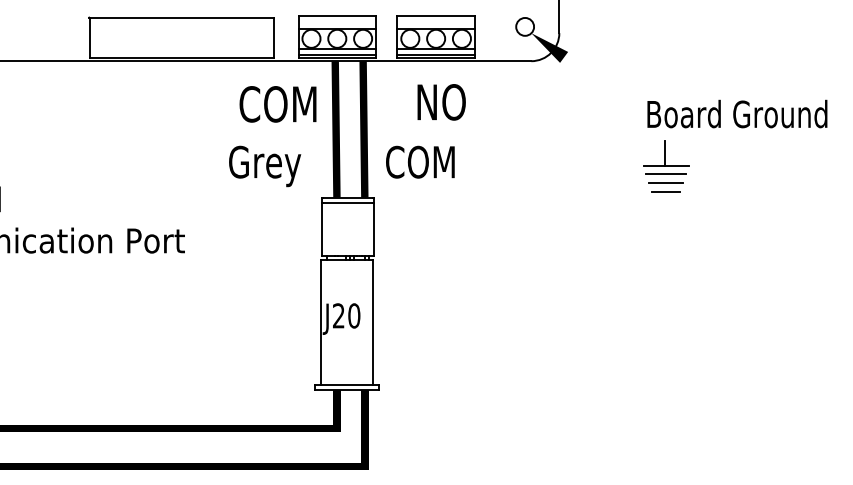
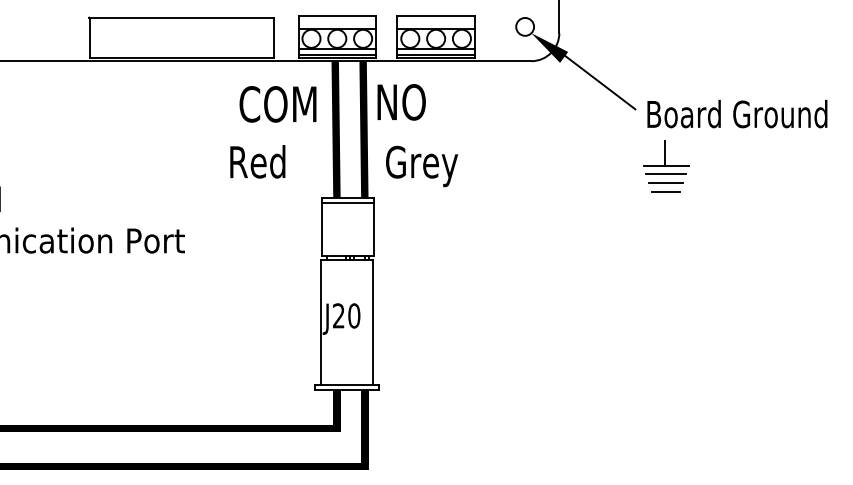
line at (599, 82): none -> present
text at (441, 102) position: (441, 102) -> (401, 102)
text at (265, 166): Grey -> Red
text at (427, 166): COM -> Grey
